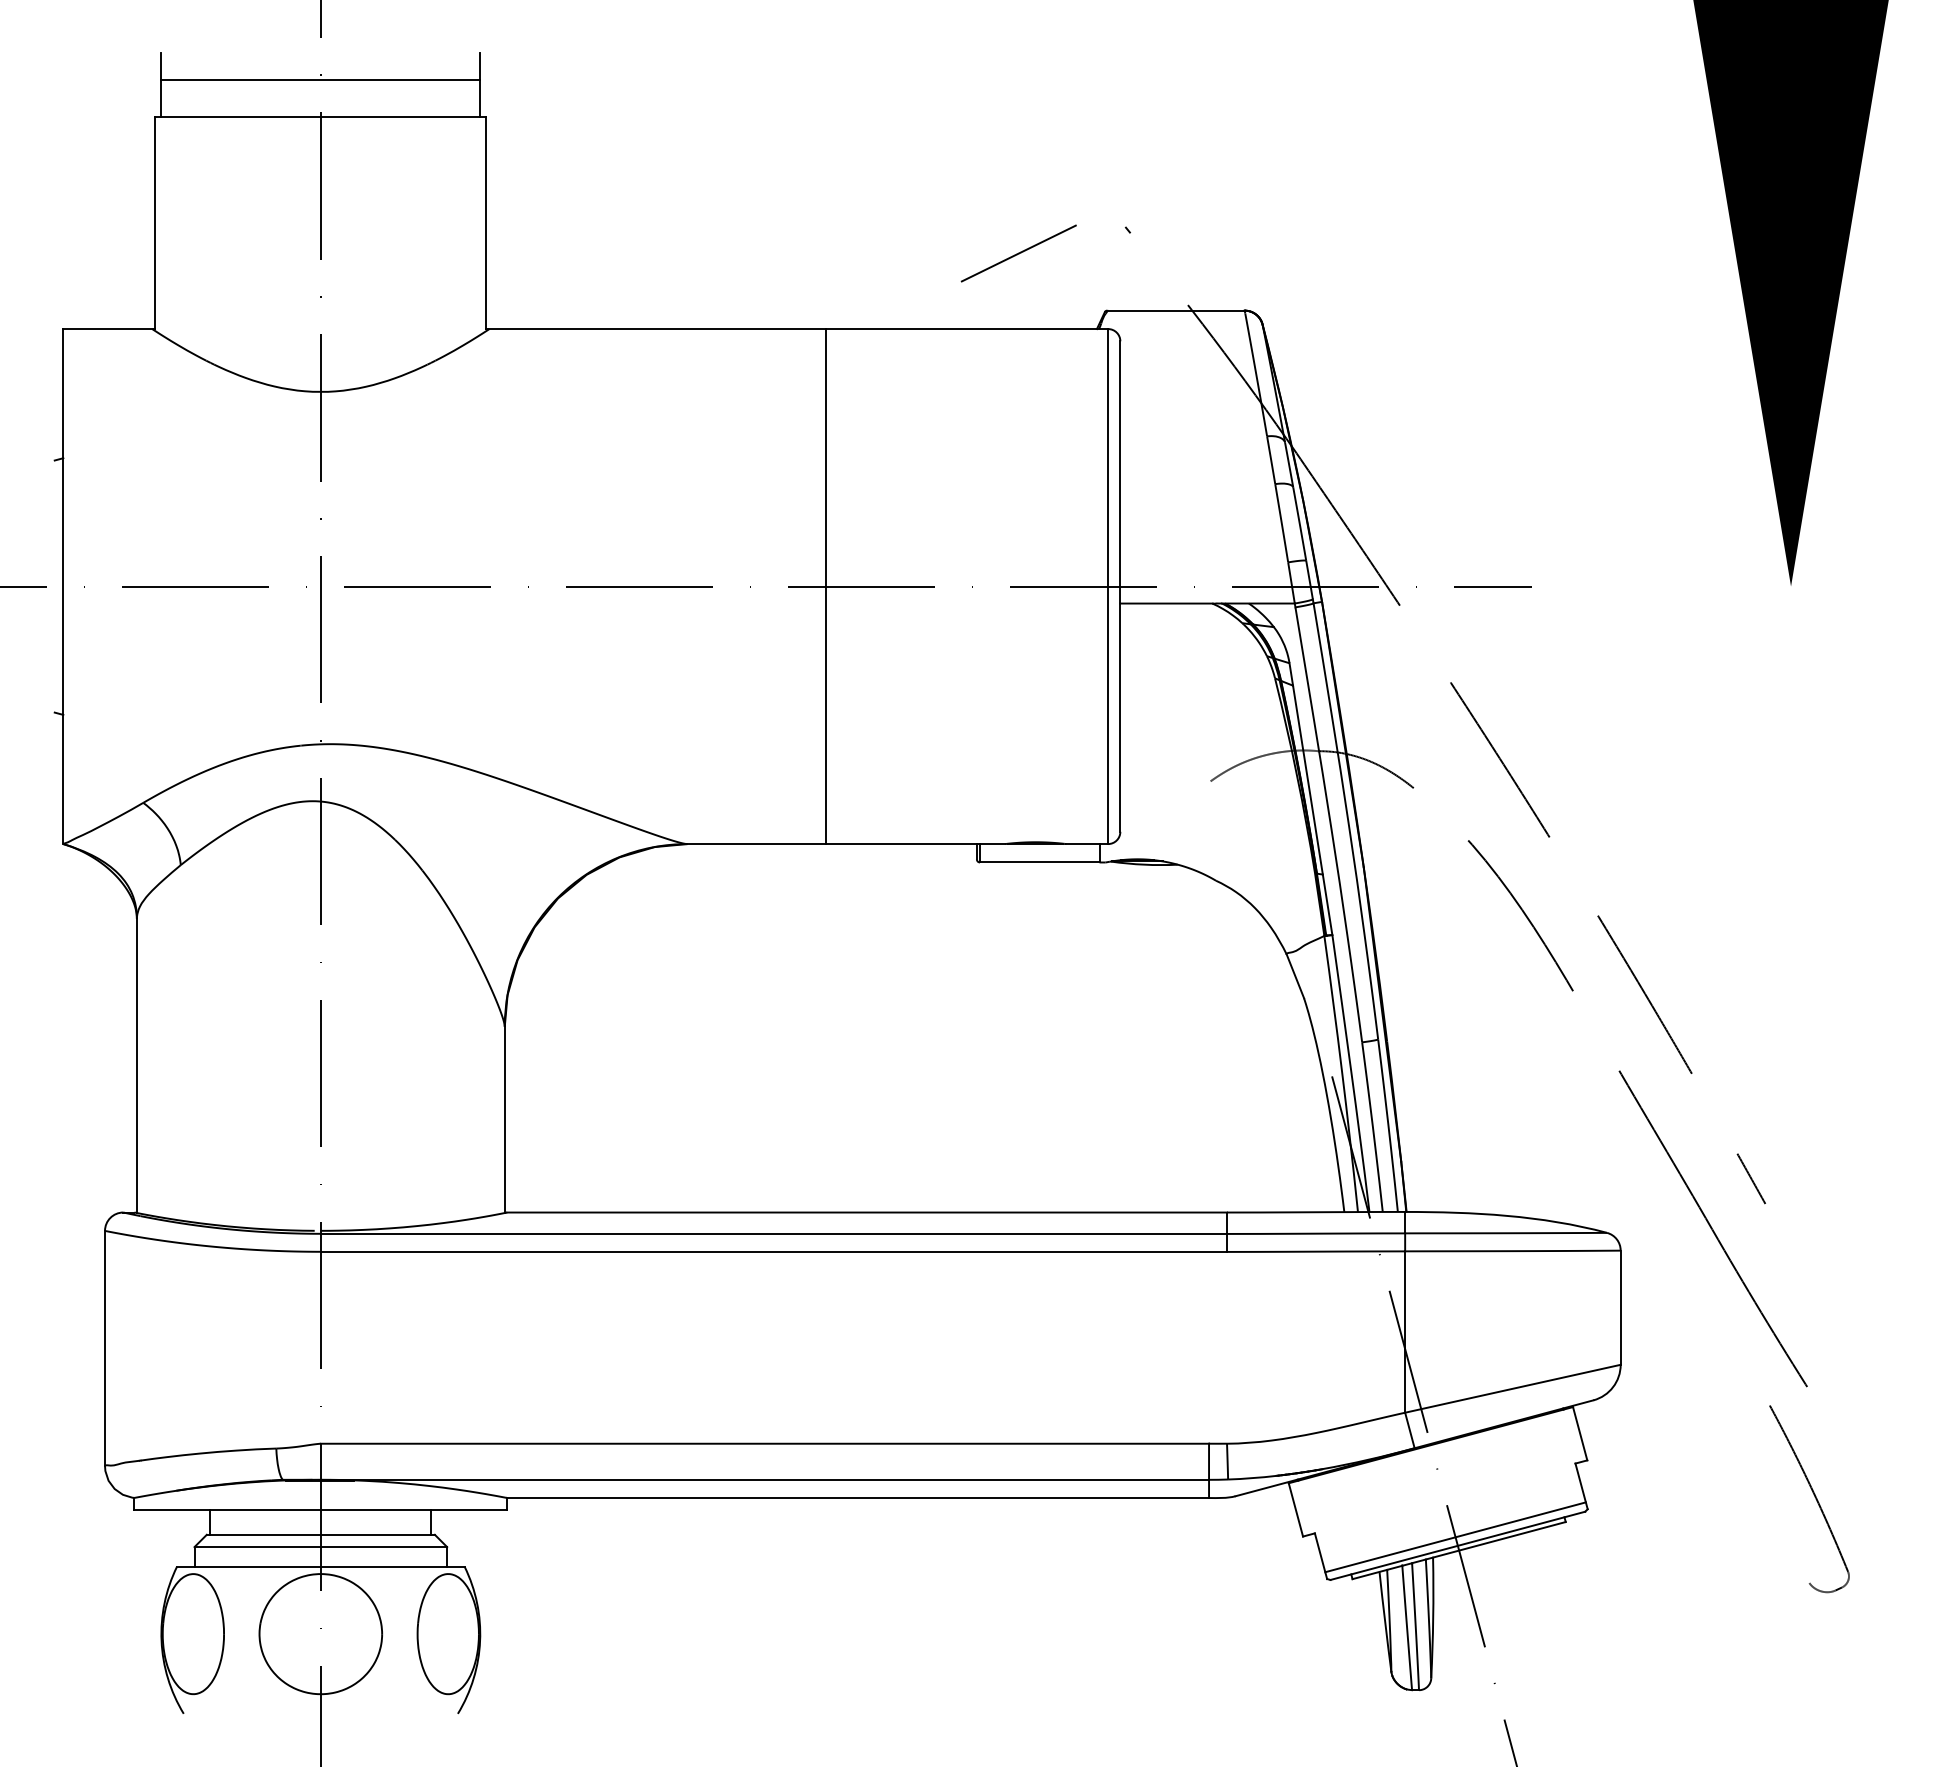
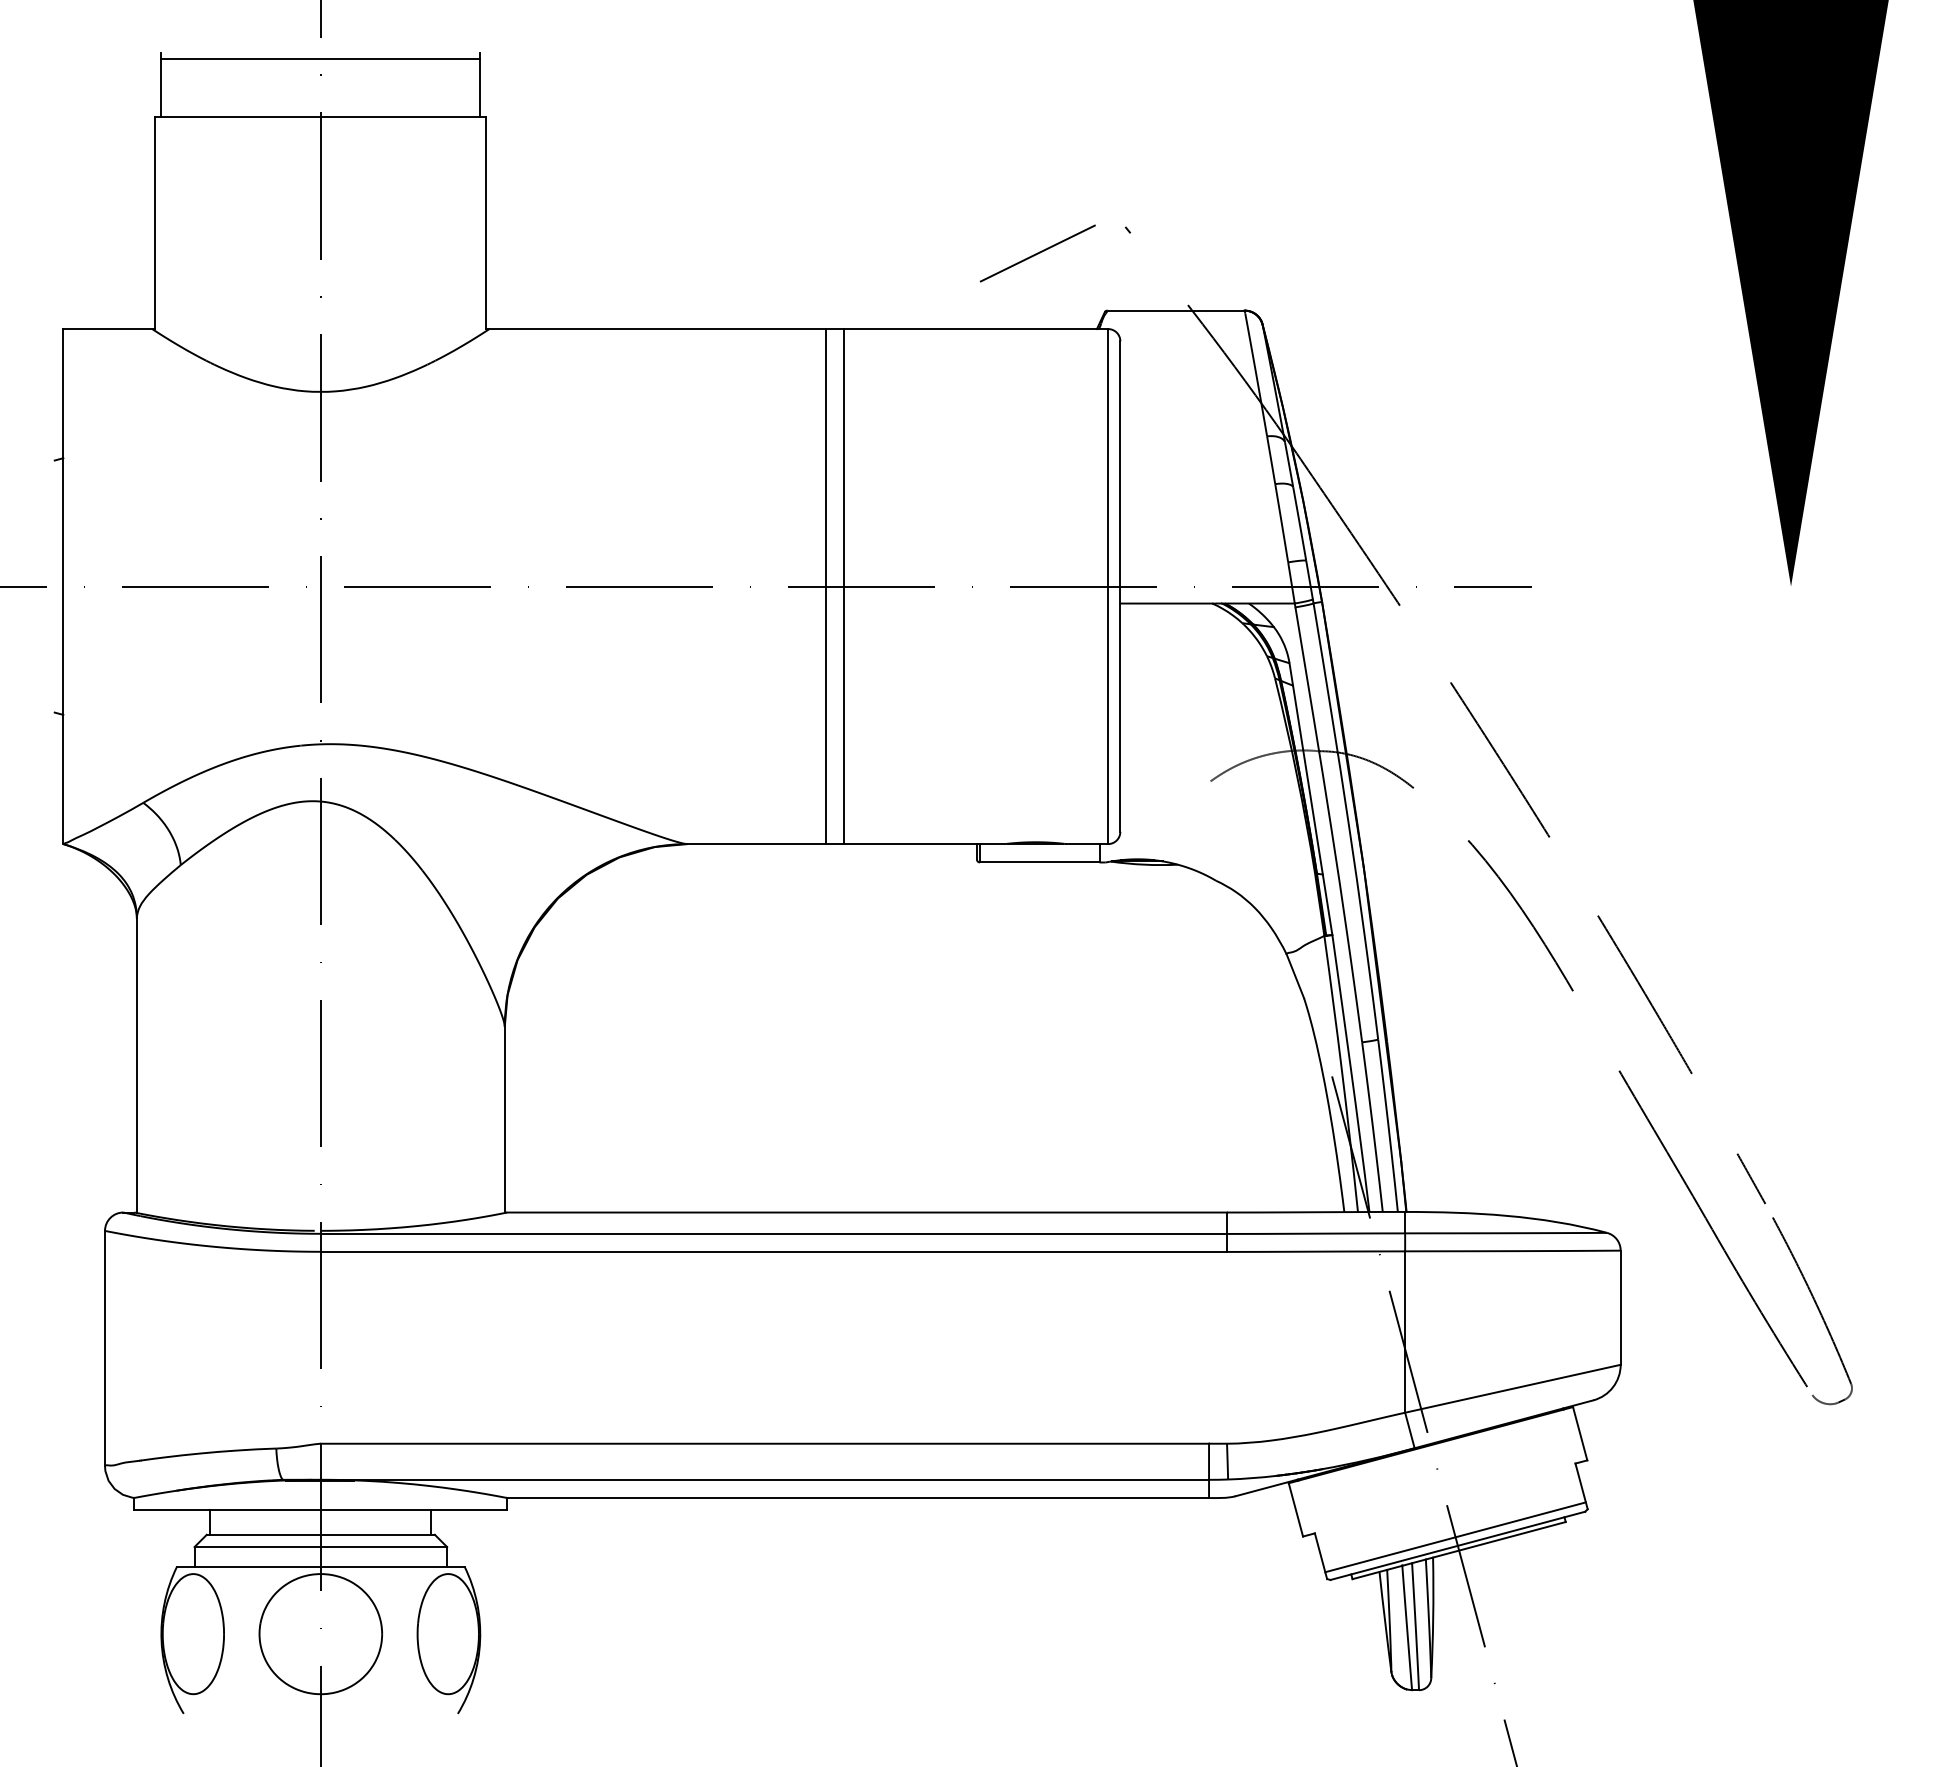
line at (320, 80) position: (320, 80) -> (320, 59)
line at (1018, 253) position: (1018, 253) -> (1037, 253)
line at (844, 586): none -> present
part at (1809, 1499) position: (1809, 1499) -> (1812, 1311)
